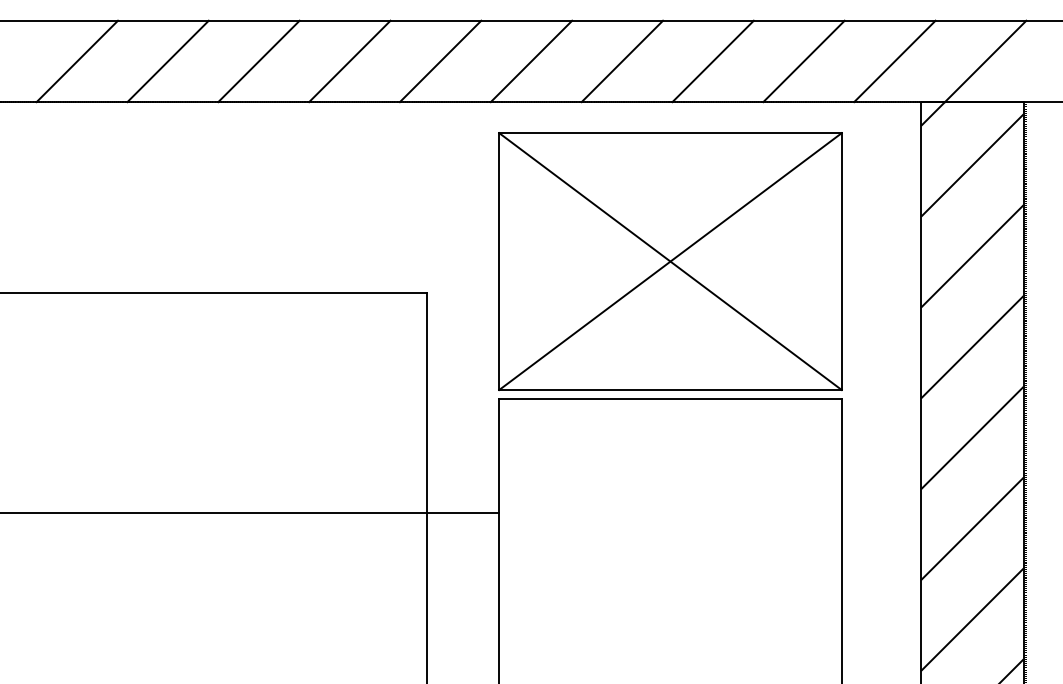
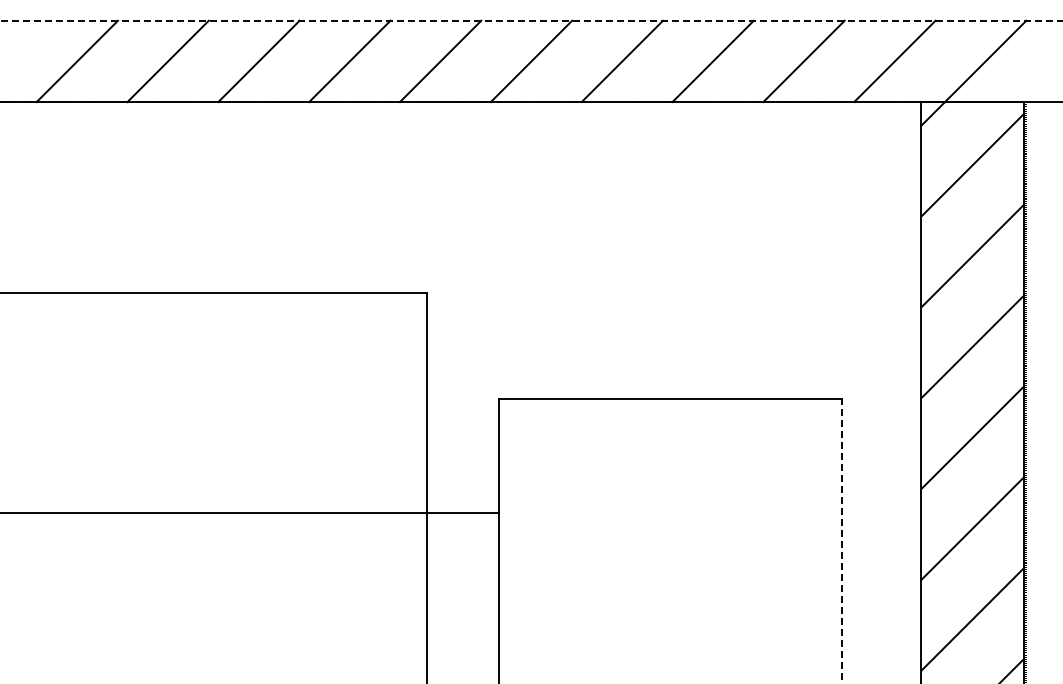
line at (531, 20): solid -> dashed
part at (670, 261): present -> none
line at (841, 540): solid -> dashed
